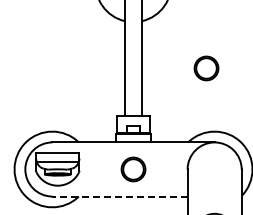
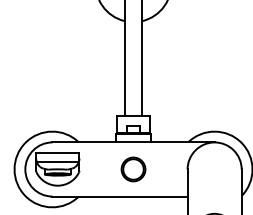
part at (206, 68): present -> none
line at (120, 196): dashed -> solid
